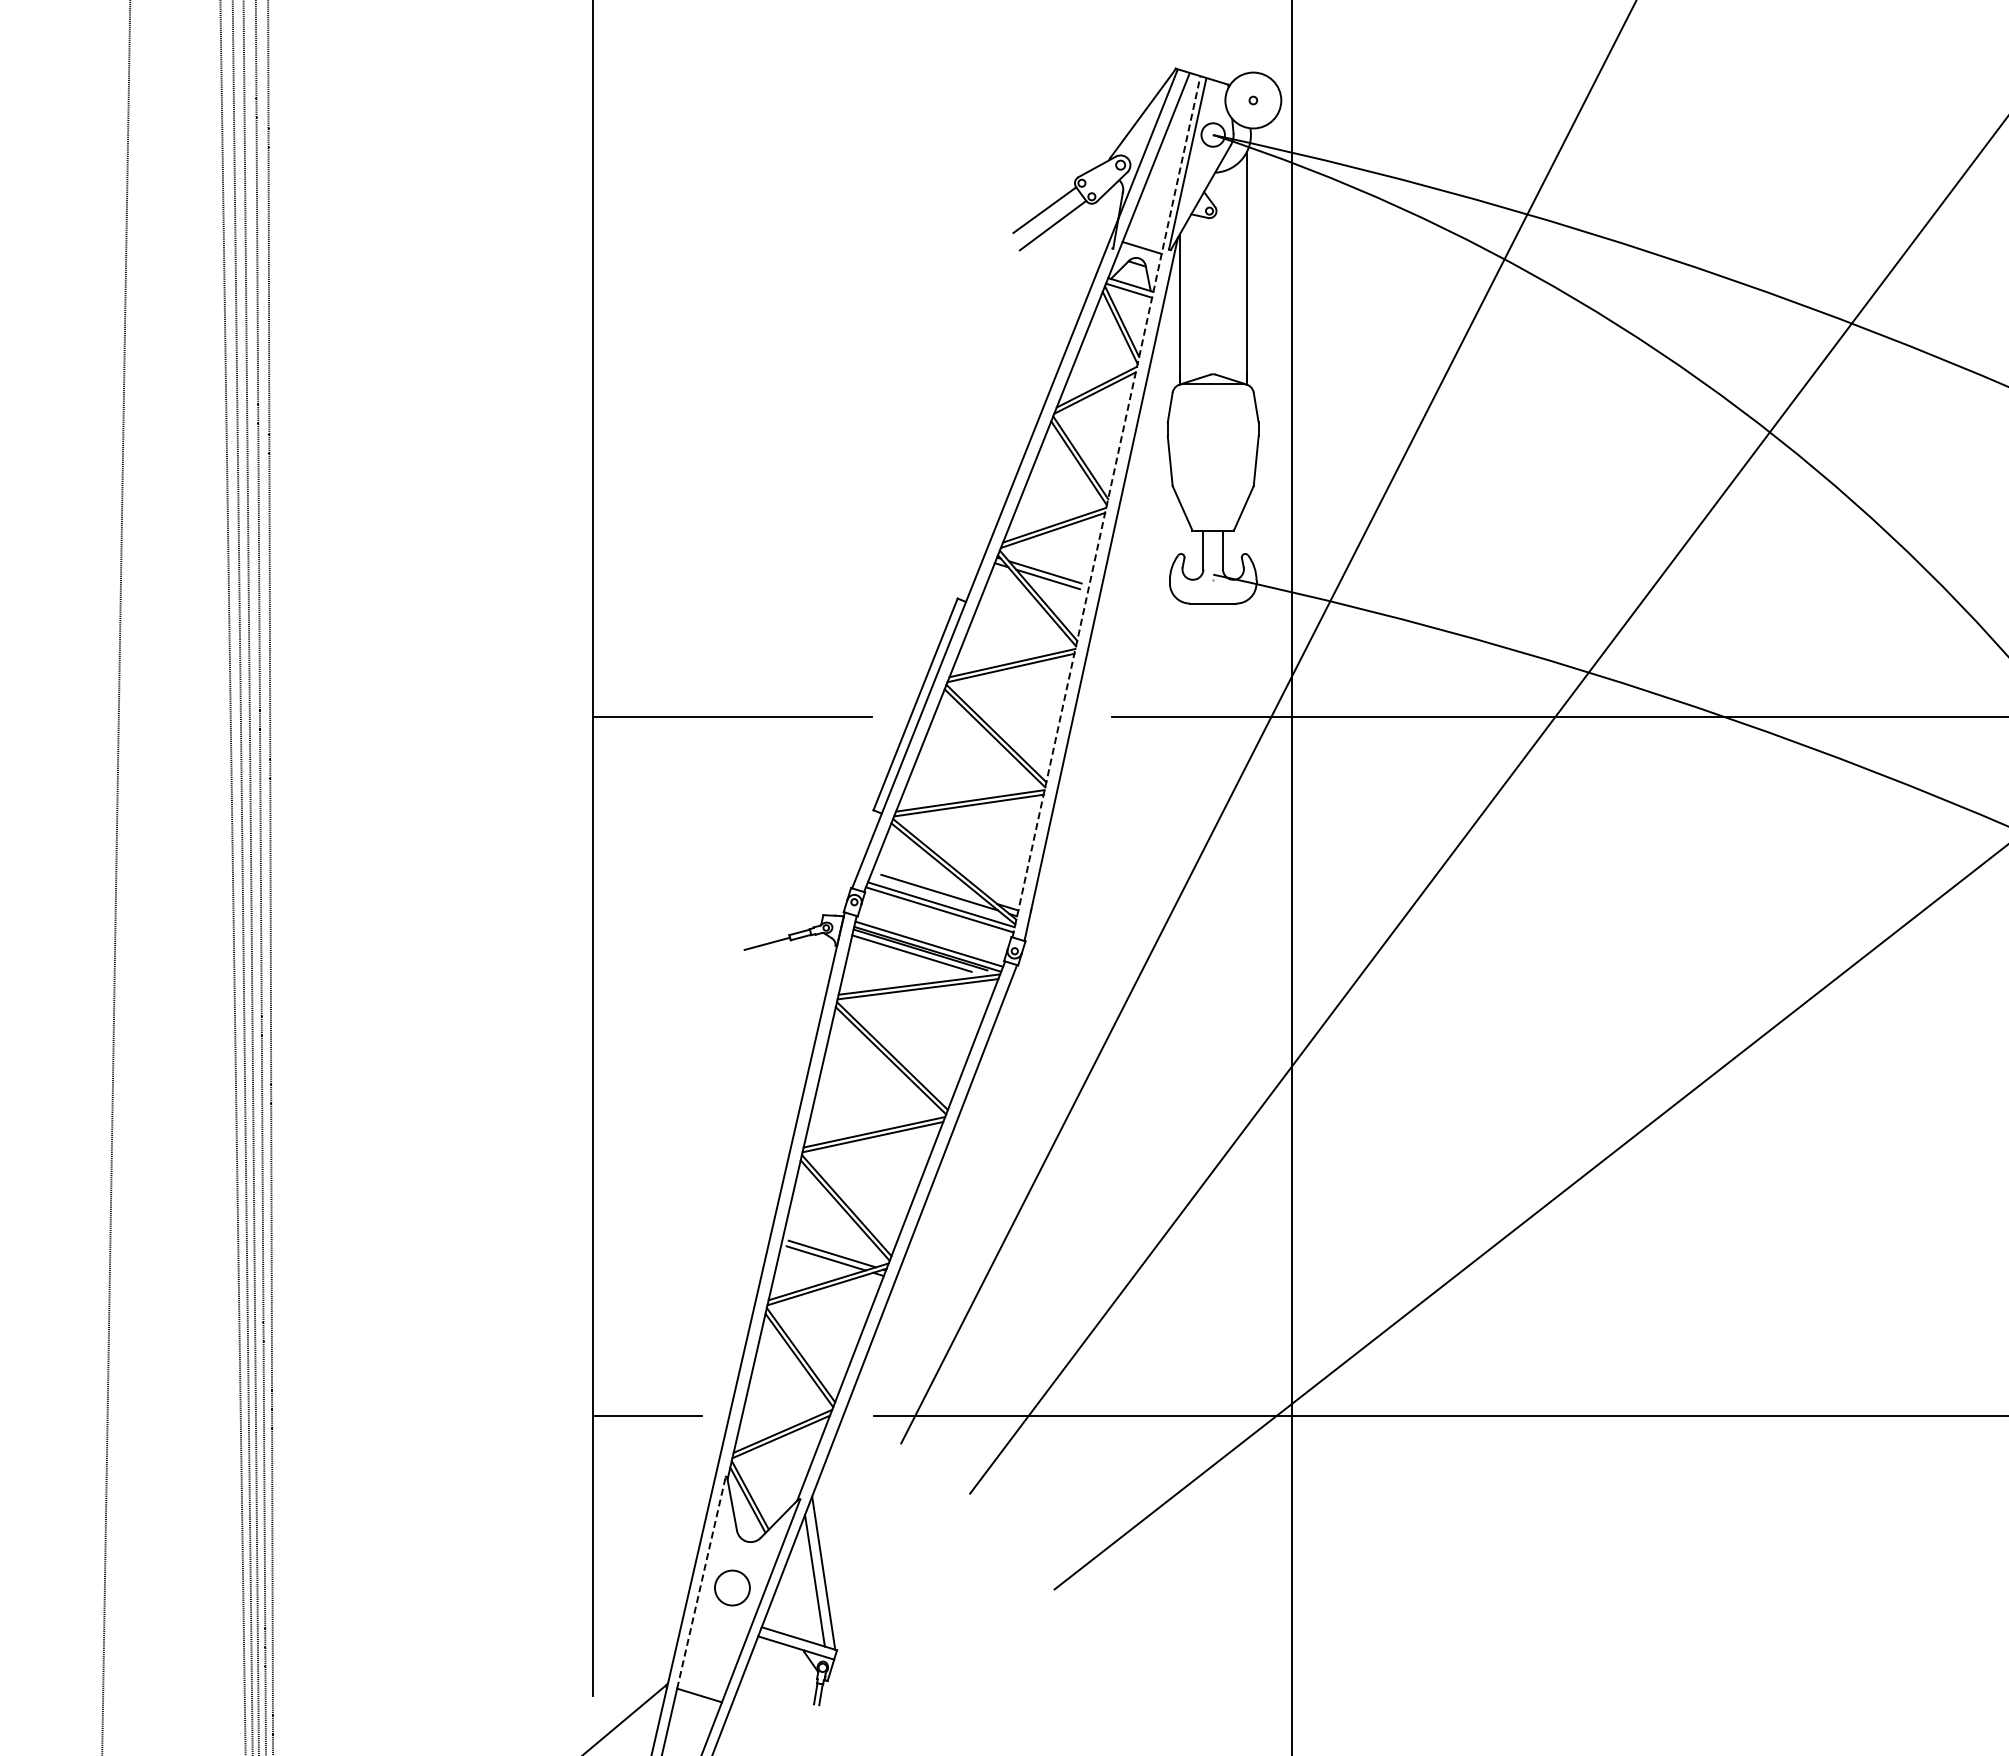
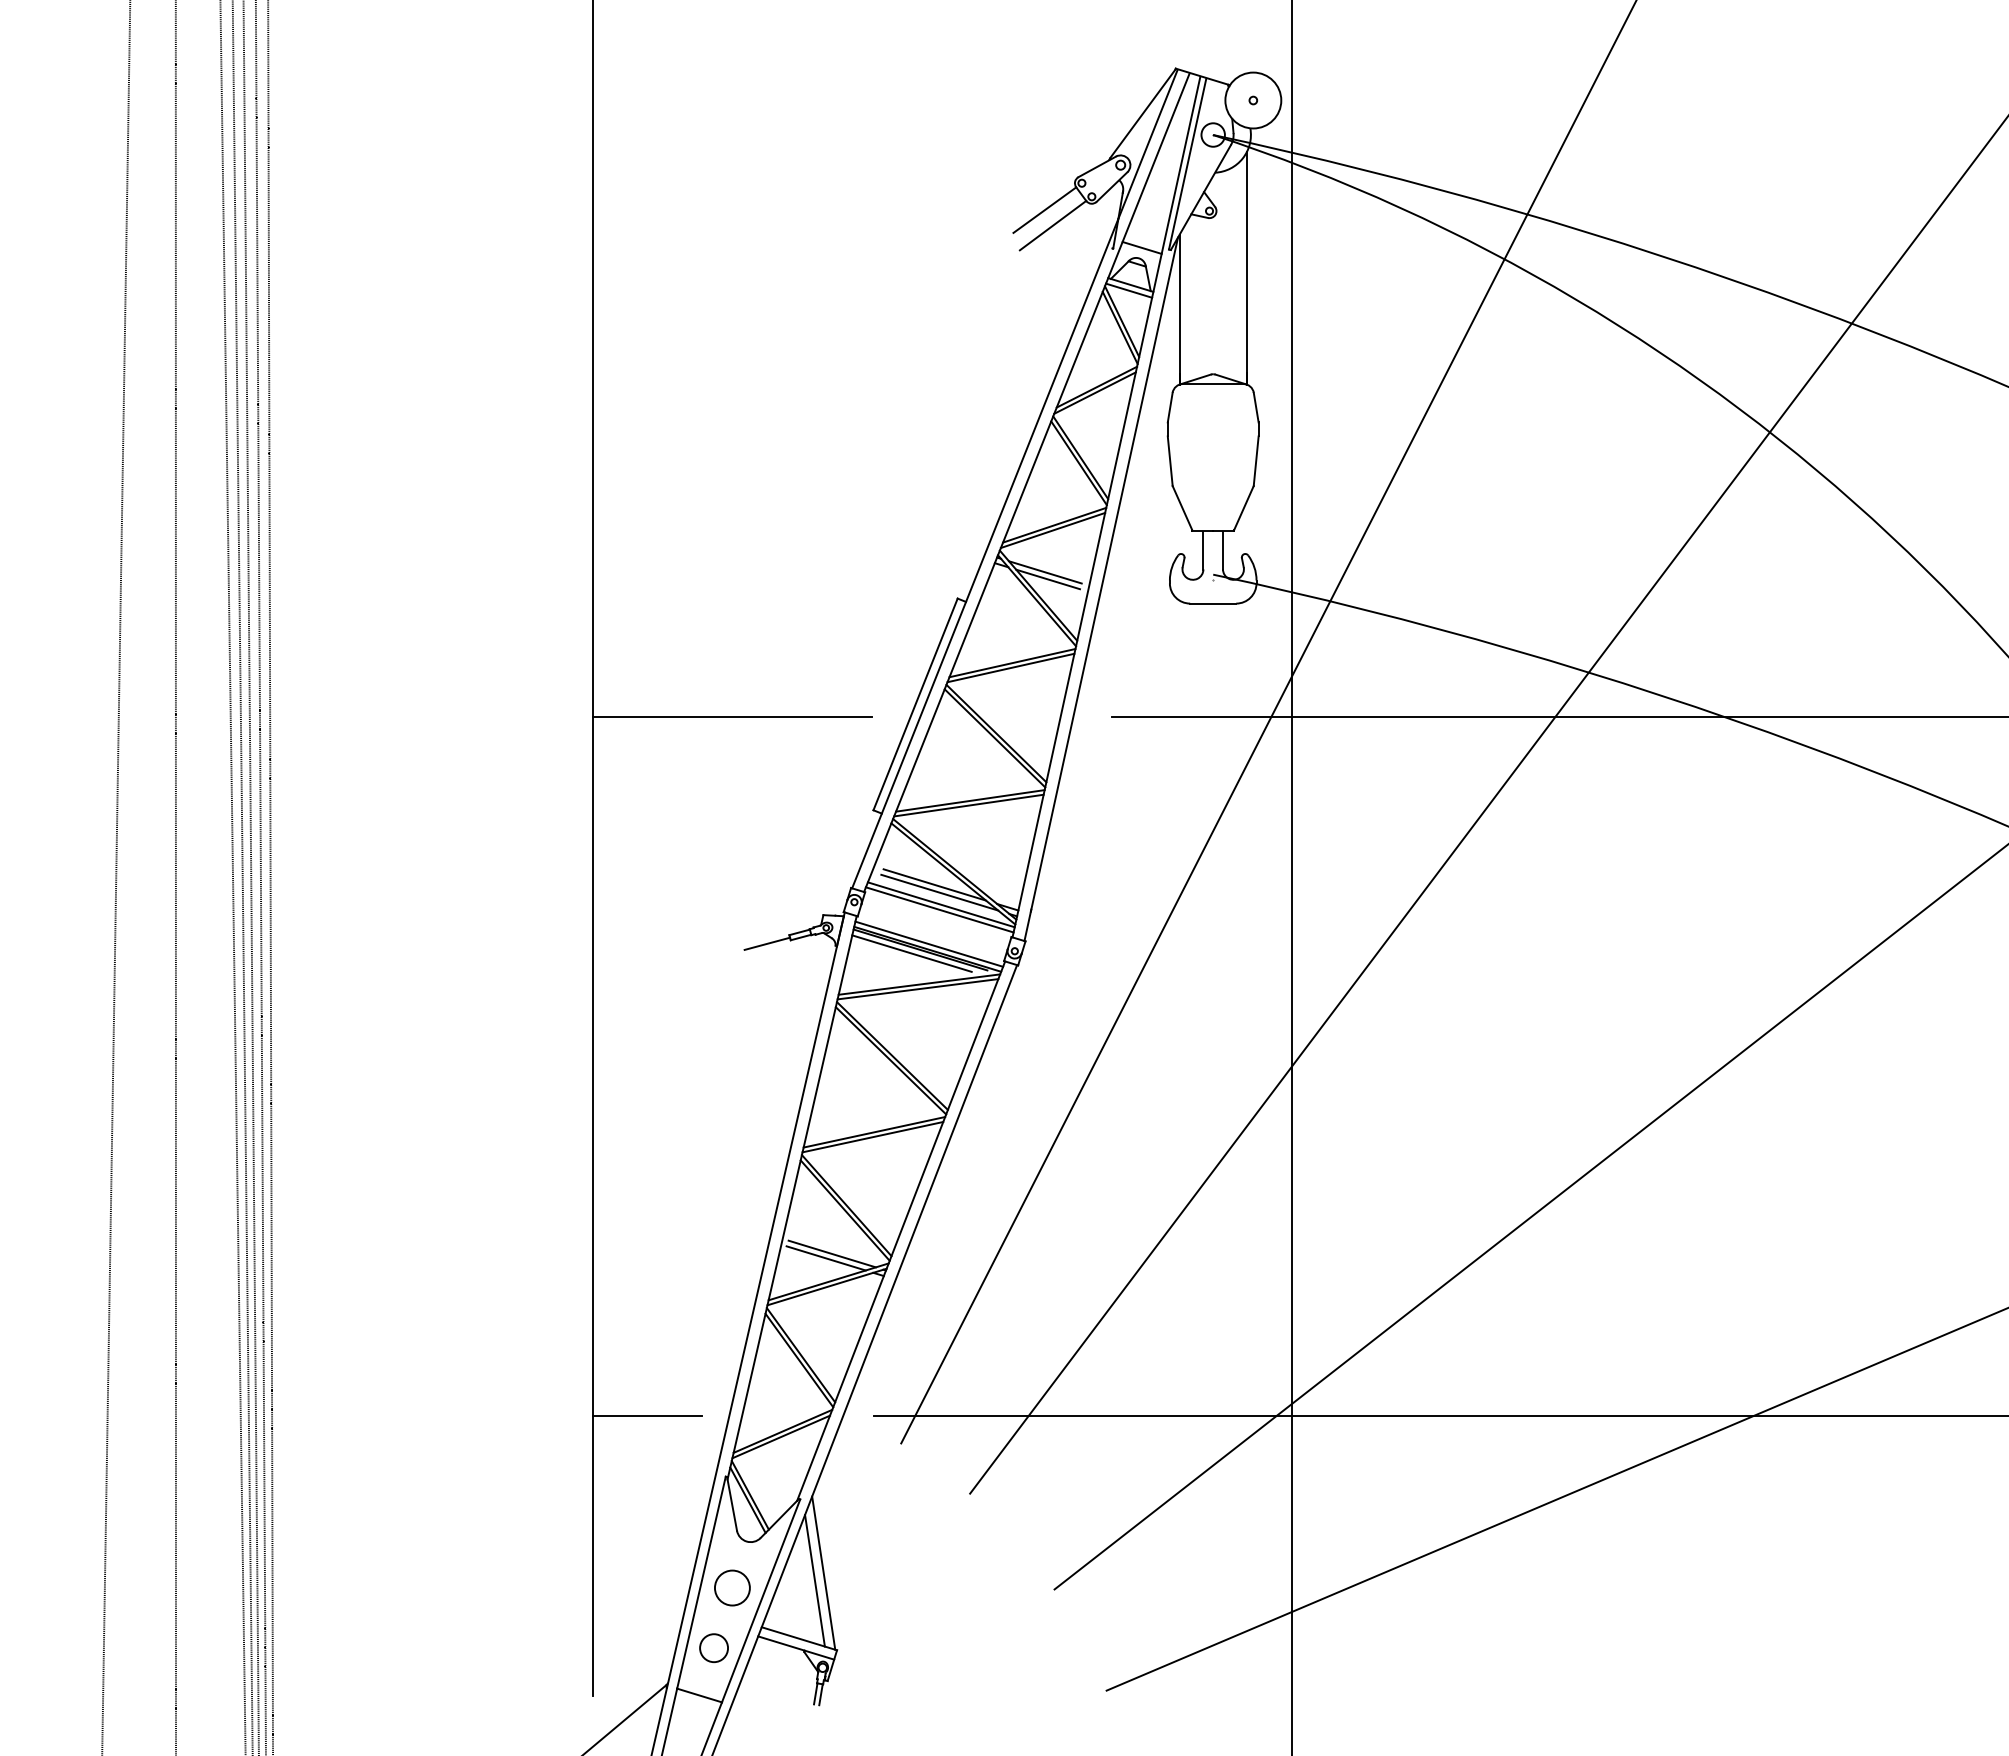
line at (1106, 506): dashed -> solid
line at (175, 877): none -> present
line at (934, 884): none -> present
line at (1555, 1499): none -> present
line at (701, 1582): dashed -> solid
circle at (713, 1648): none -> present
